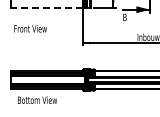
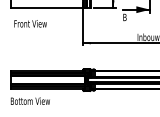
line at (46, 8): dashed -> solid
text at (30, 28) position: (30, 28) -> (30, 23)
text at (36, 99) position: (36, 99) -> (29, 100)
